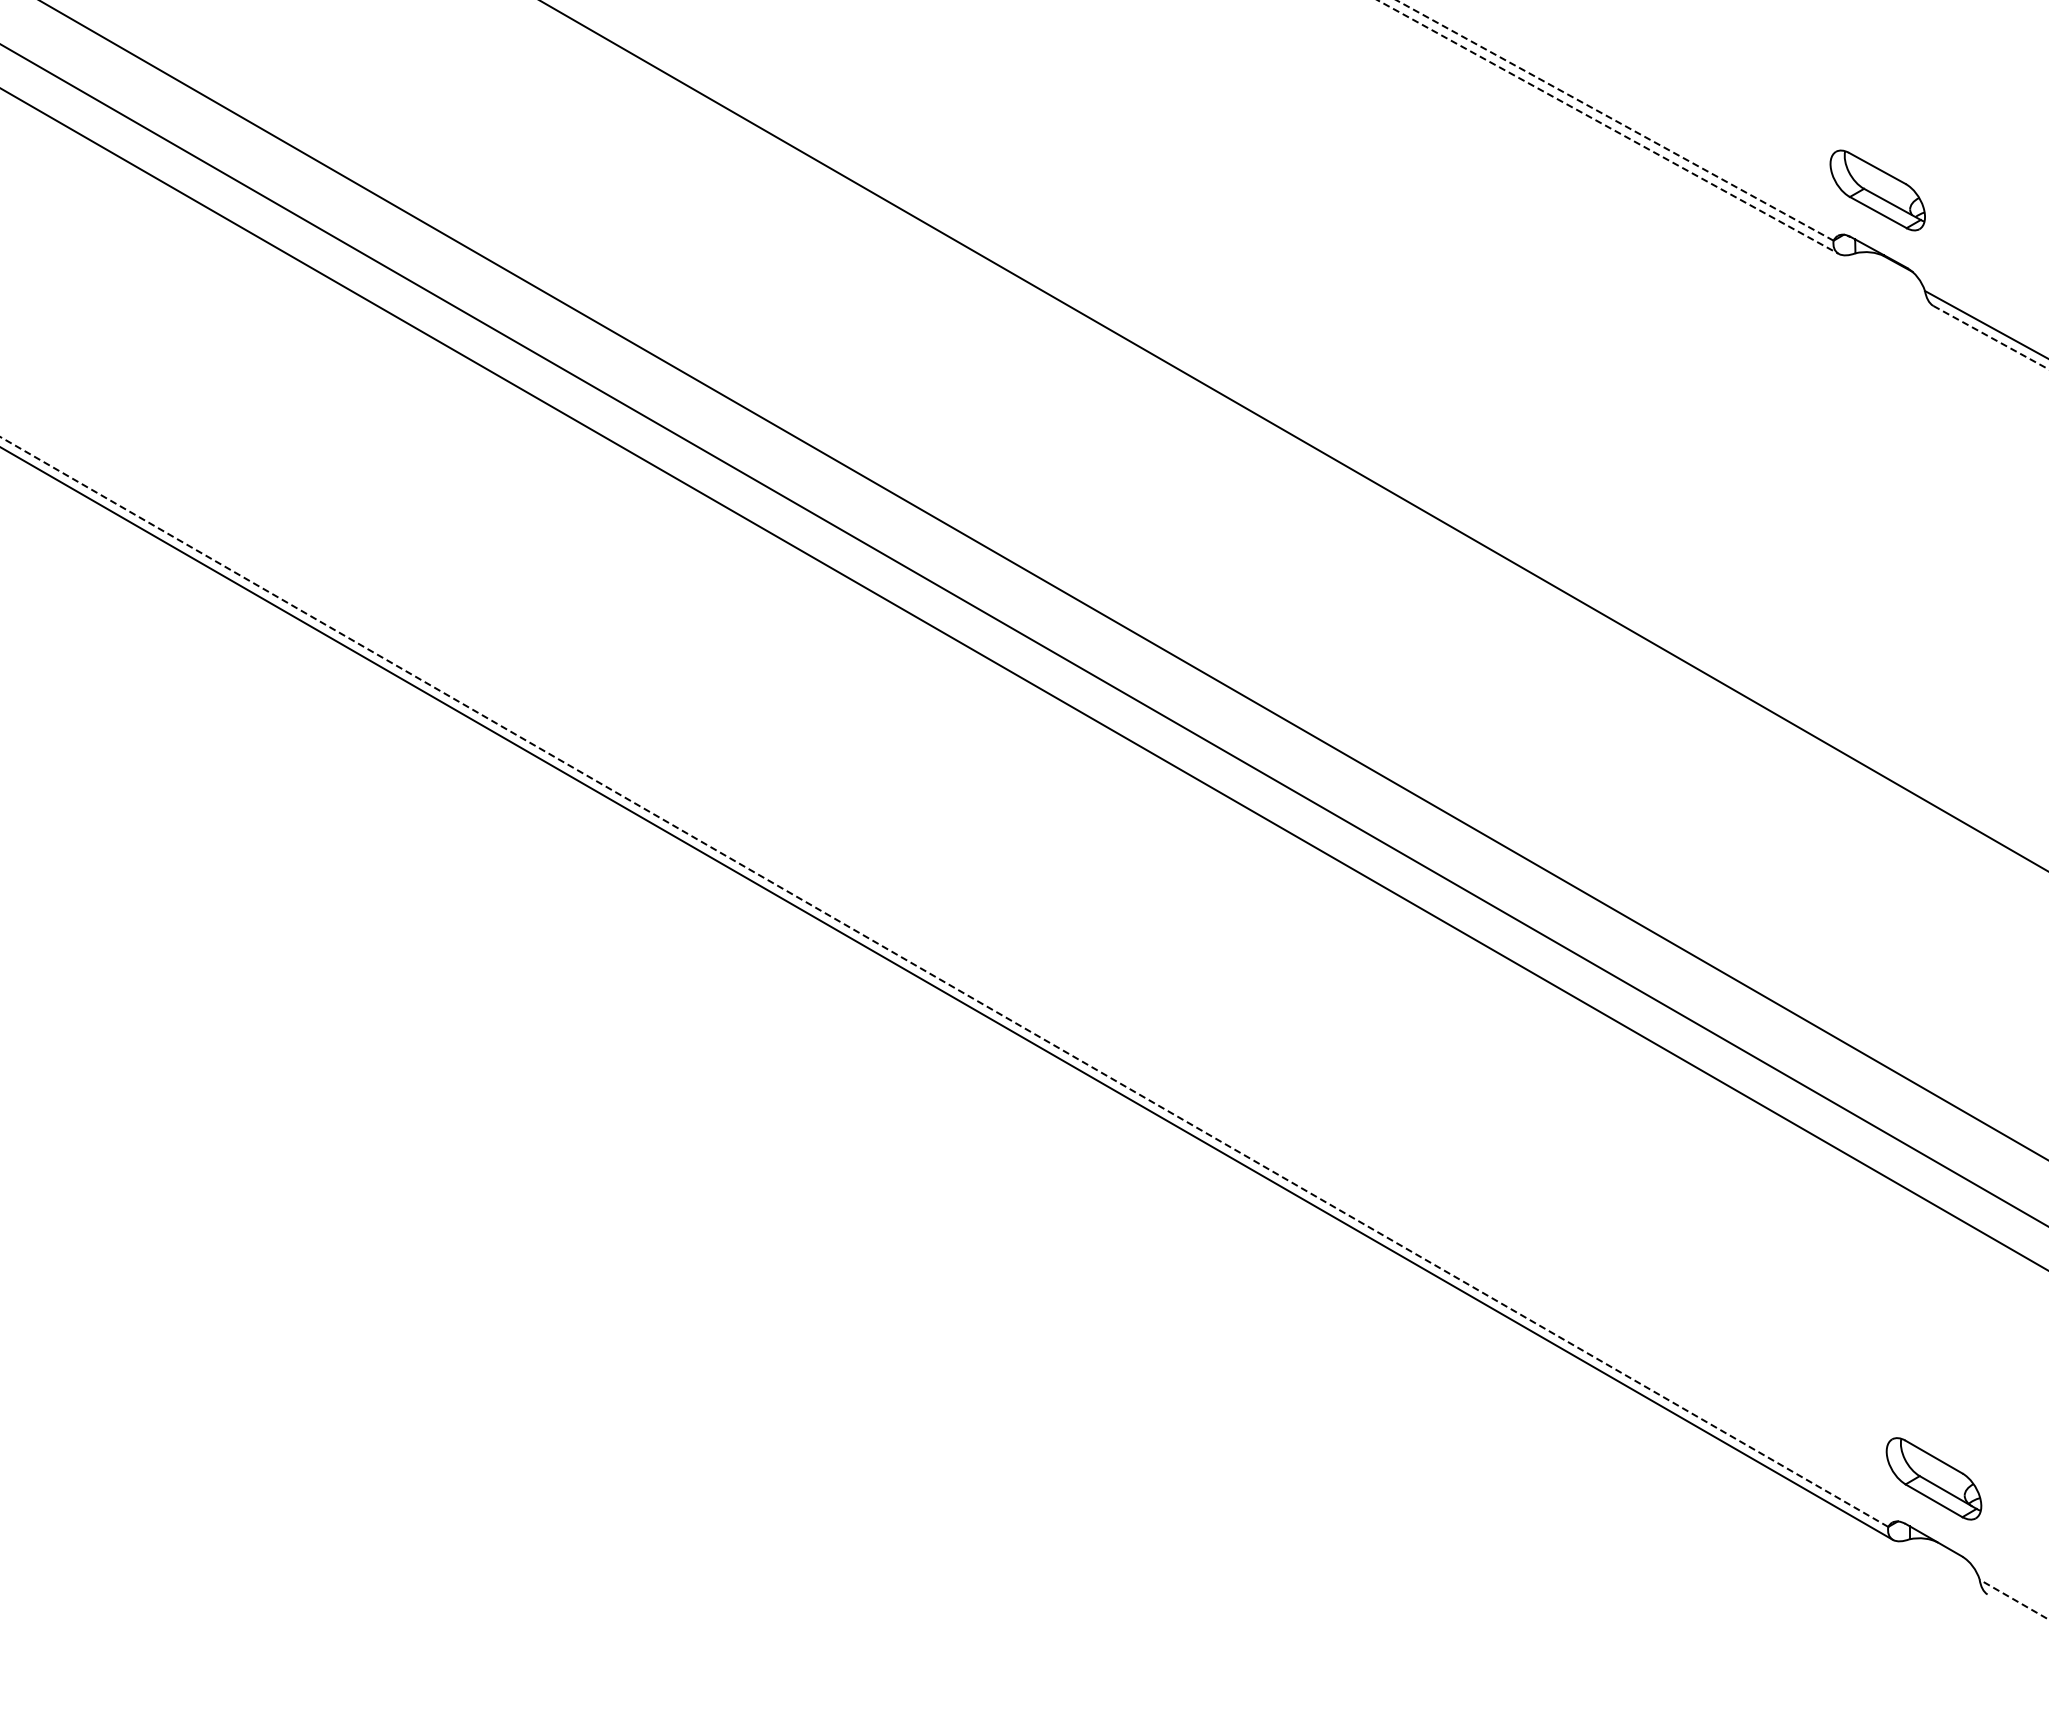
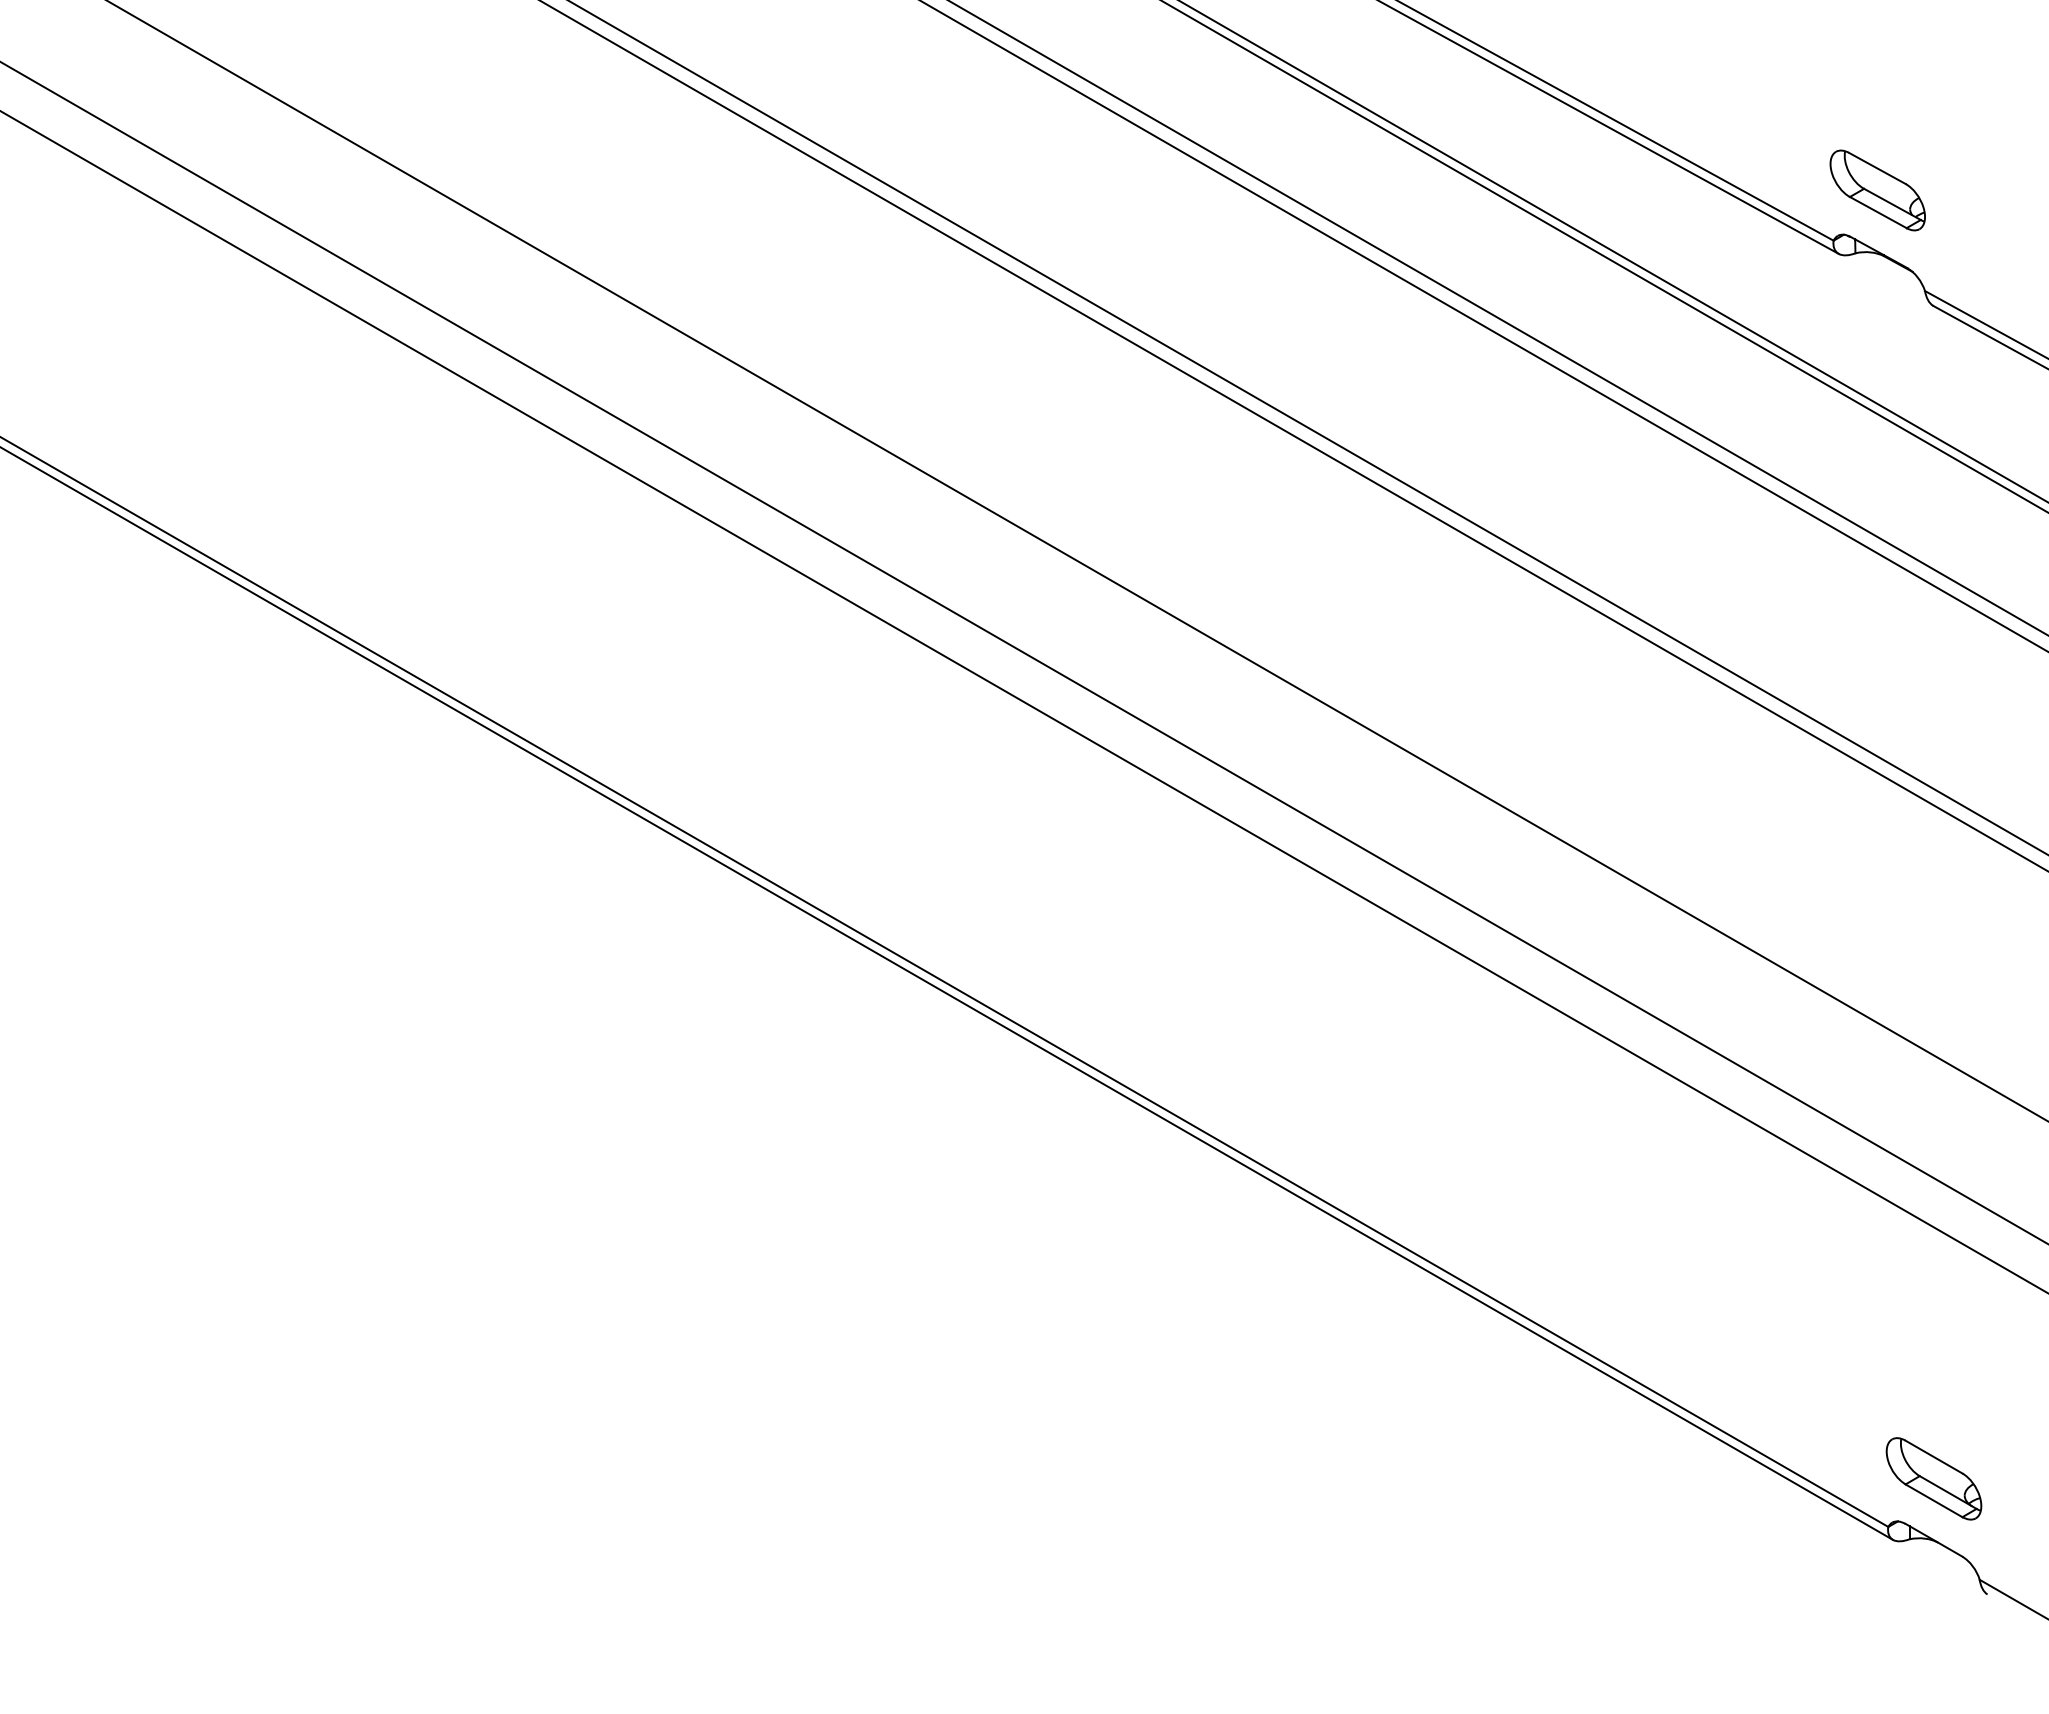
line at (1614, 120): dashed -> solid
line at (1608, 127): dashed -> solid
line at (1613, 251): none -> present
line at (1604, 256): none -> present
line at (1498, 317): none -> present
line at (1484, 326): none -> present
line at (1991, 337): dashed -> solid
line at (1307, 427): none -> present
line at (1043, 580) position: (1043, 580) -> (1077, 561)
line at (1023, 635) position: (1023, 635) -> (1023, 652)
line at (1023, 679) position: (1023, 679) -> (1023, 701)
line at (944, 981): dashed -> solid
line at (2014, 1599): dashed -> solid
